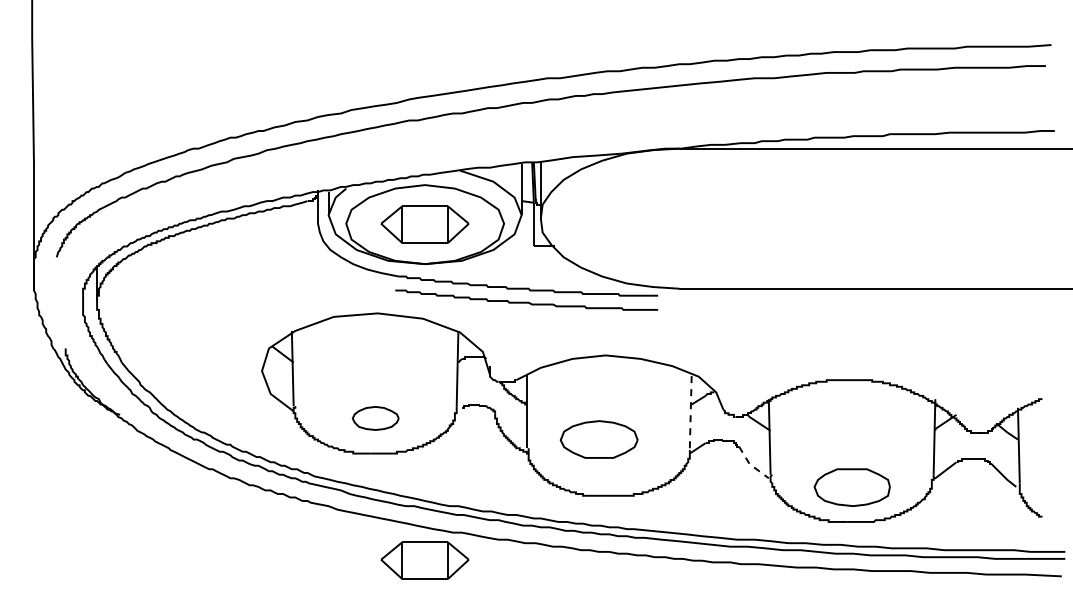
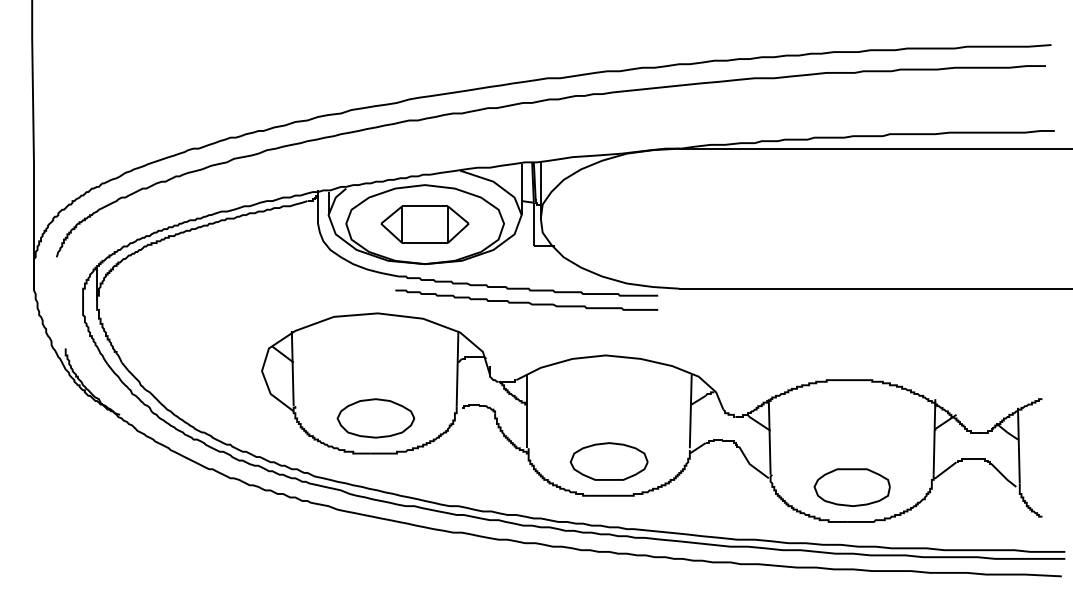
line at (690, 411): dashed -> solid
part at (375, 418) size: 49x25 px -> 79x41 px
part at (598, 439) position: (598, 439) -> (608, 461)
line at (750, 464): dashed -> solid
part at (424, 560): present -> none
